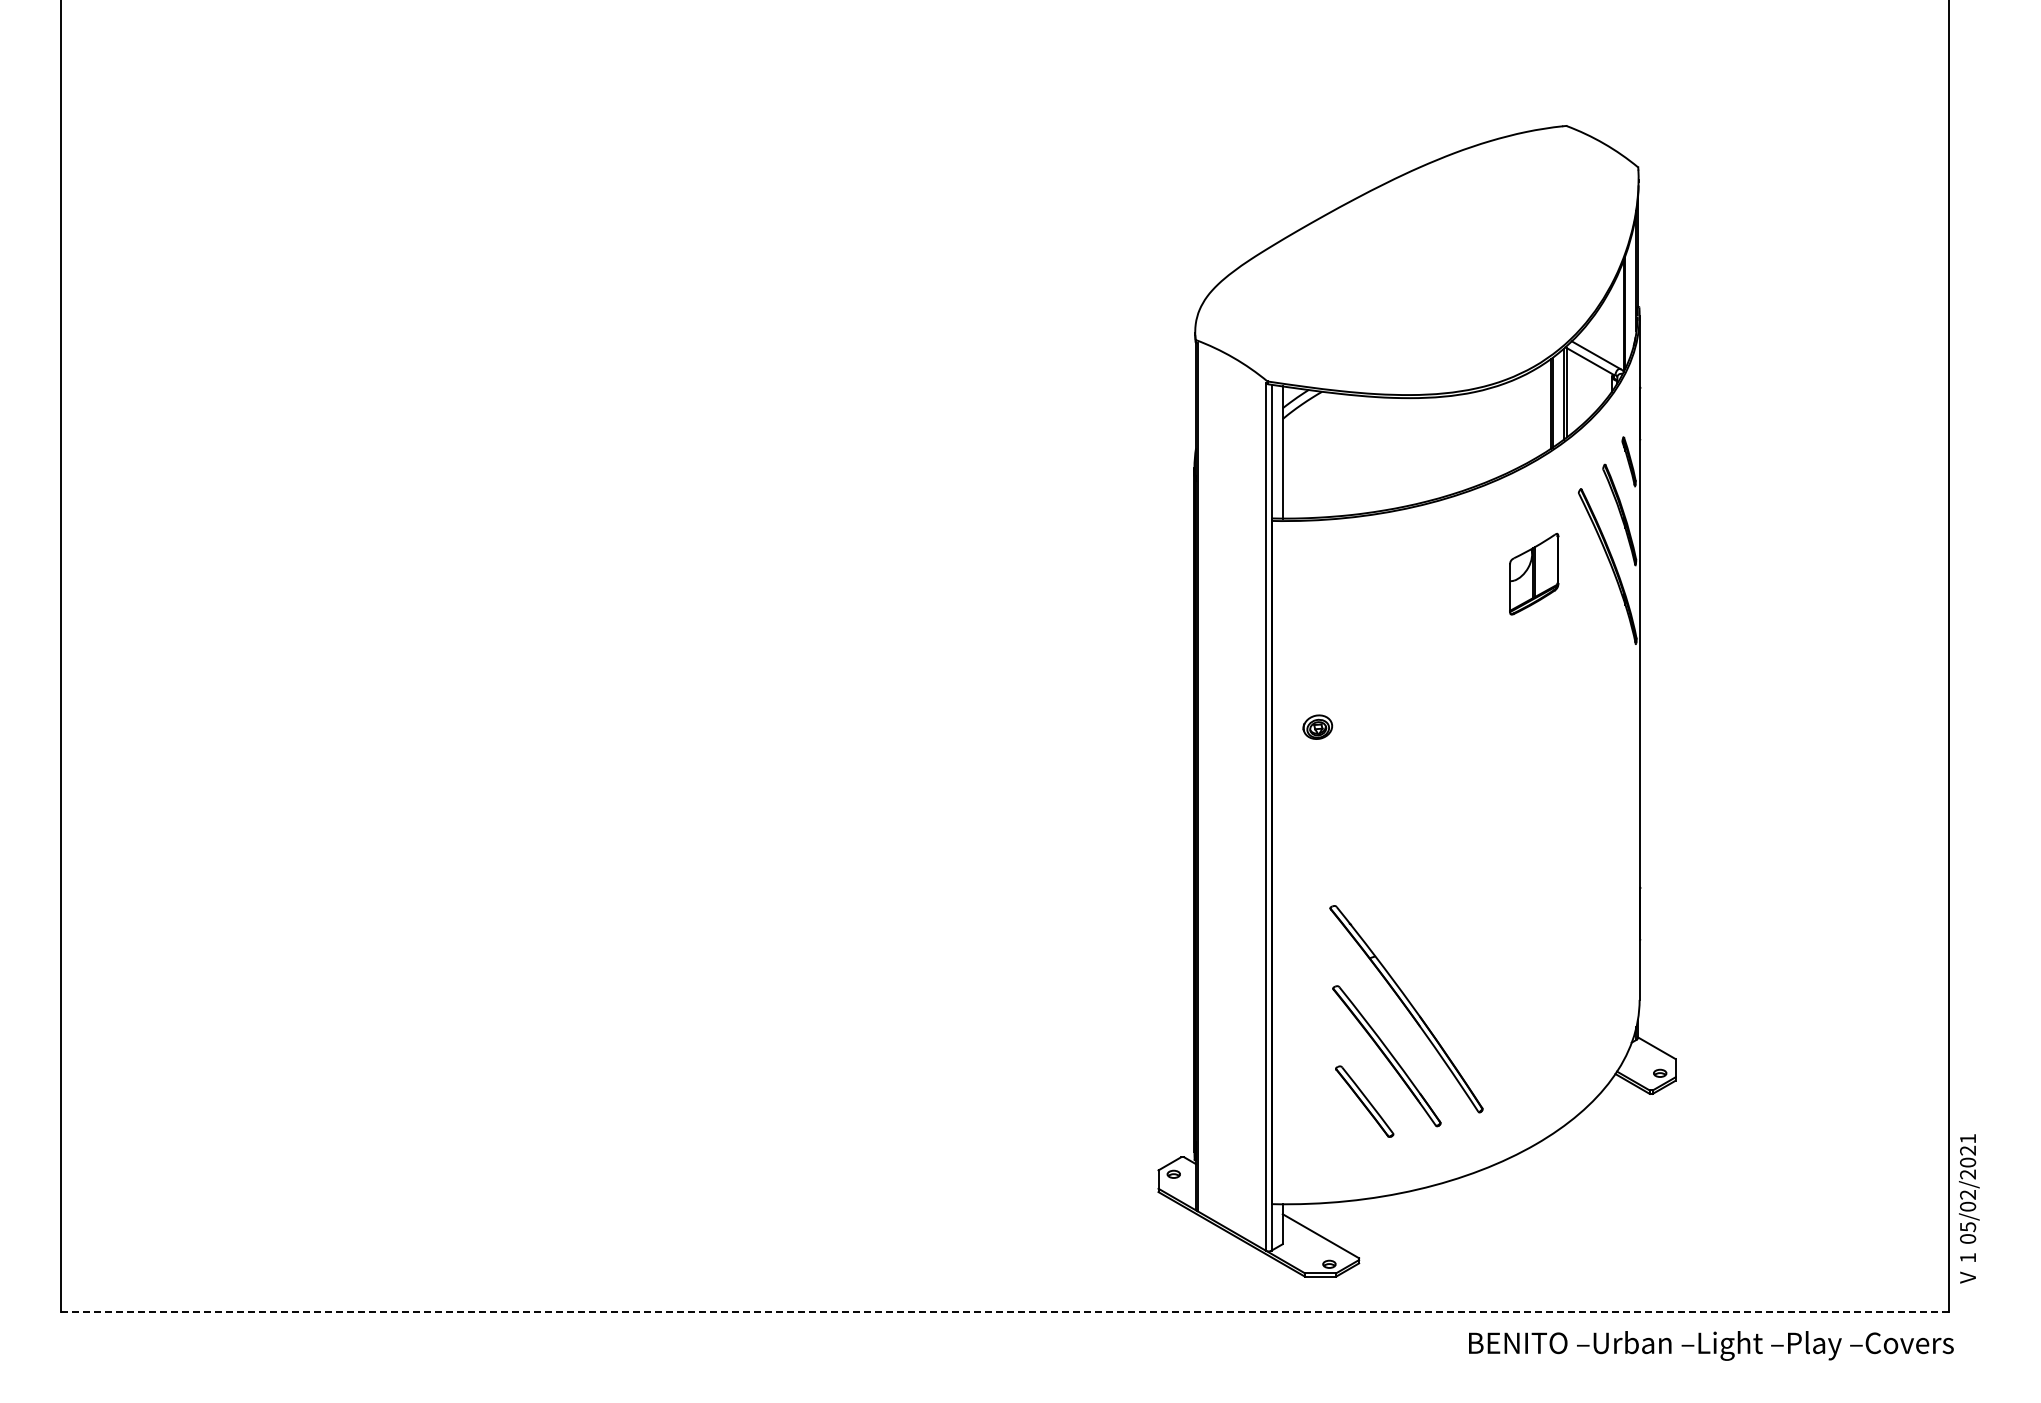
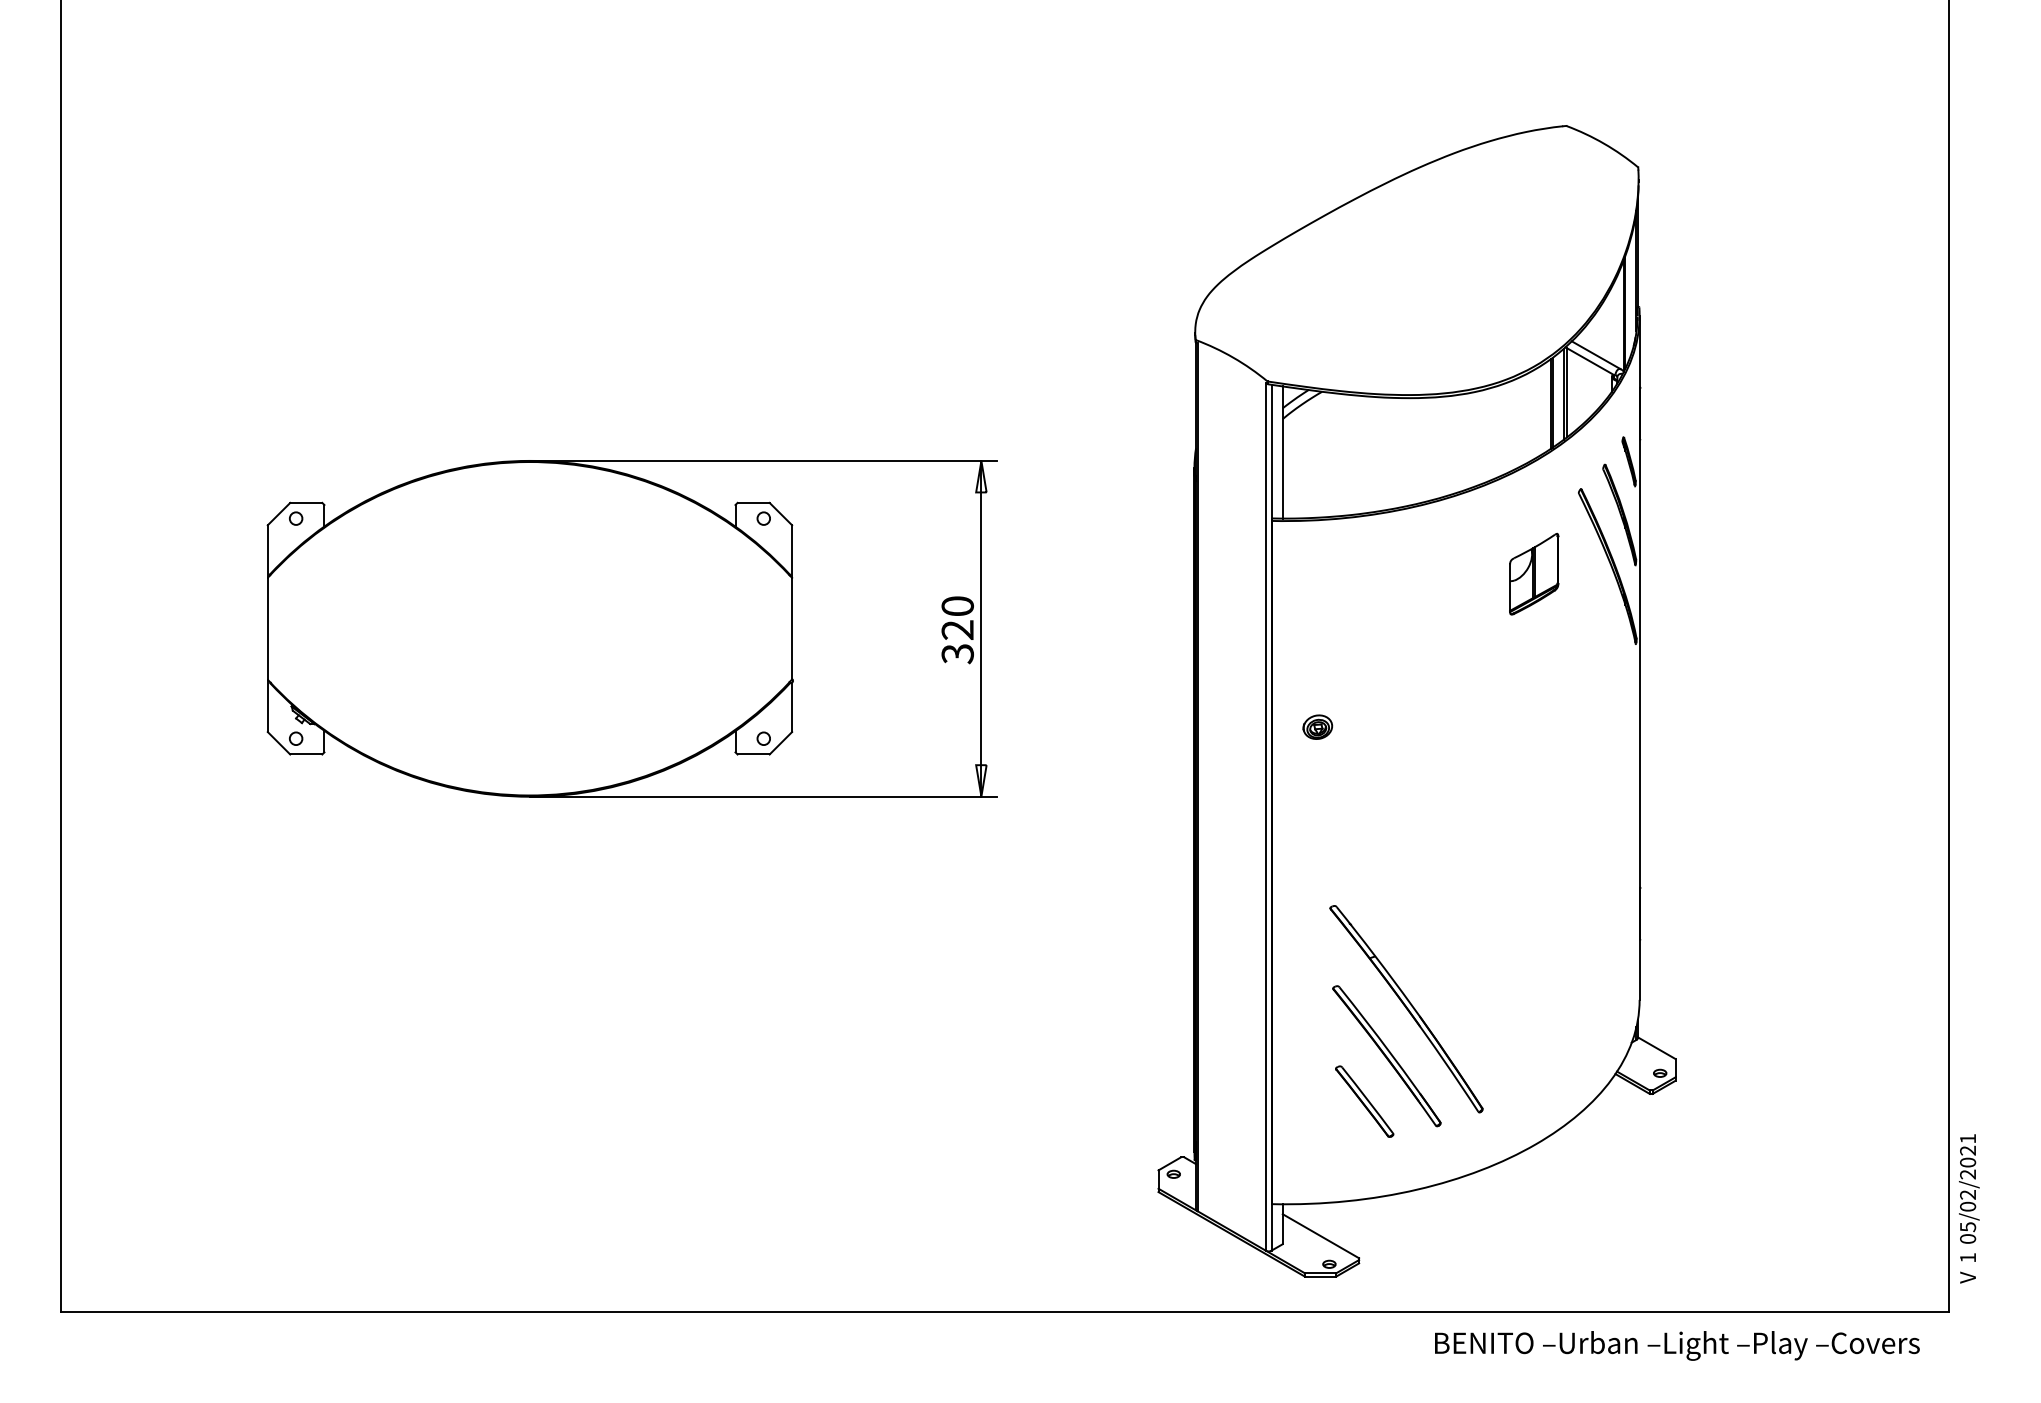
part at (631, 628): none -> present
line at (1004, 1312): dashed -> solid
text at (1711, 1345) position: (1711, 1345) -> (1677, 1345)
